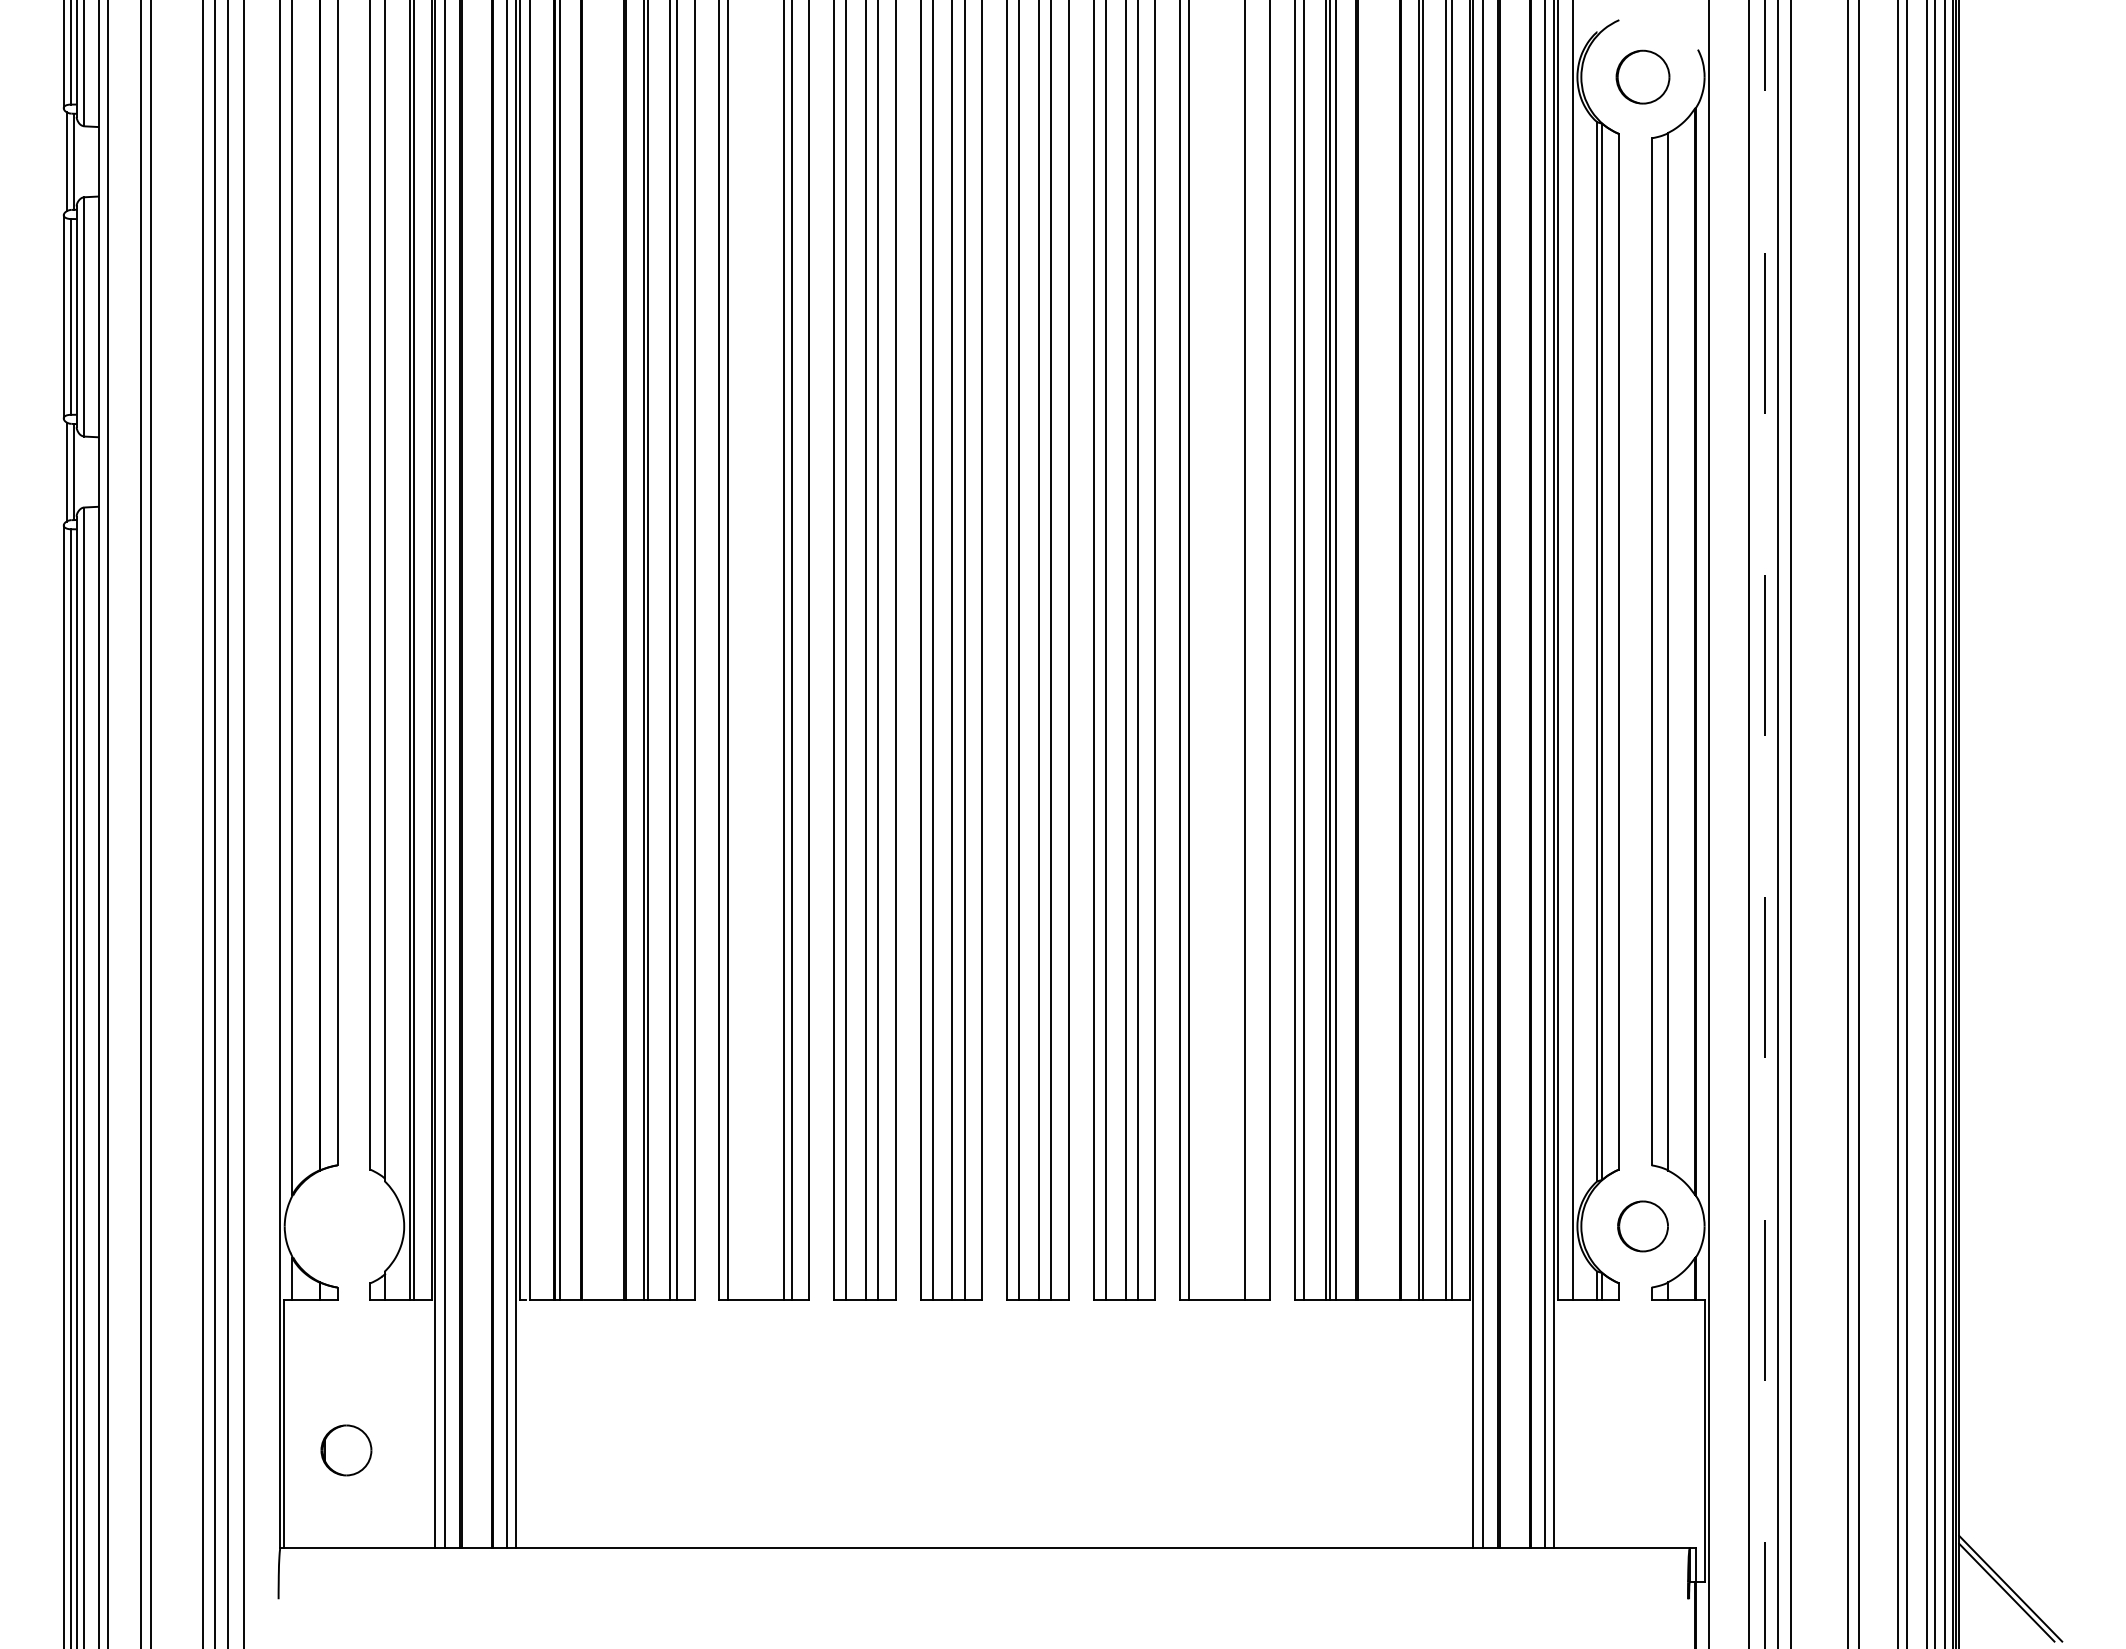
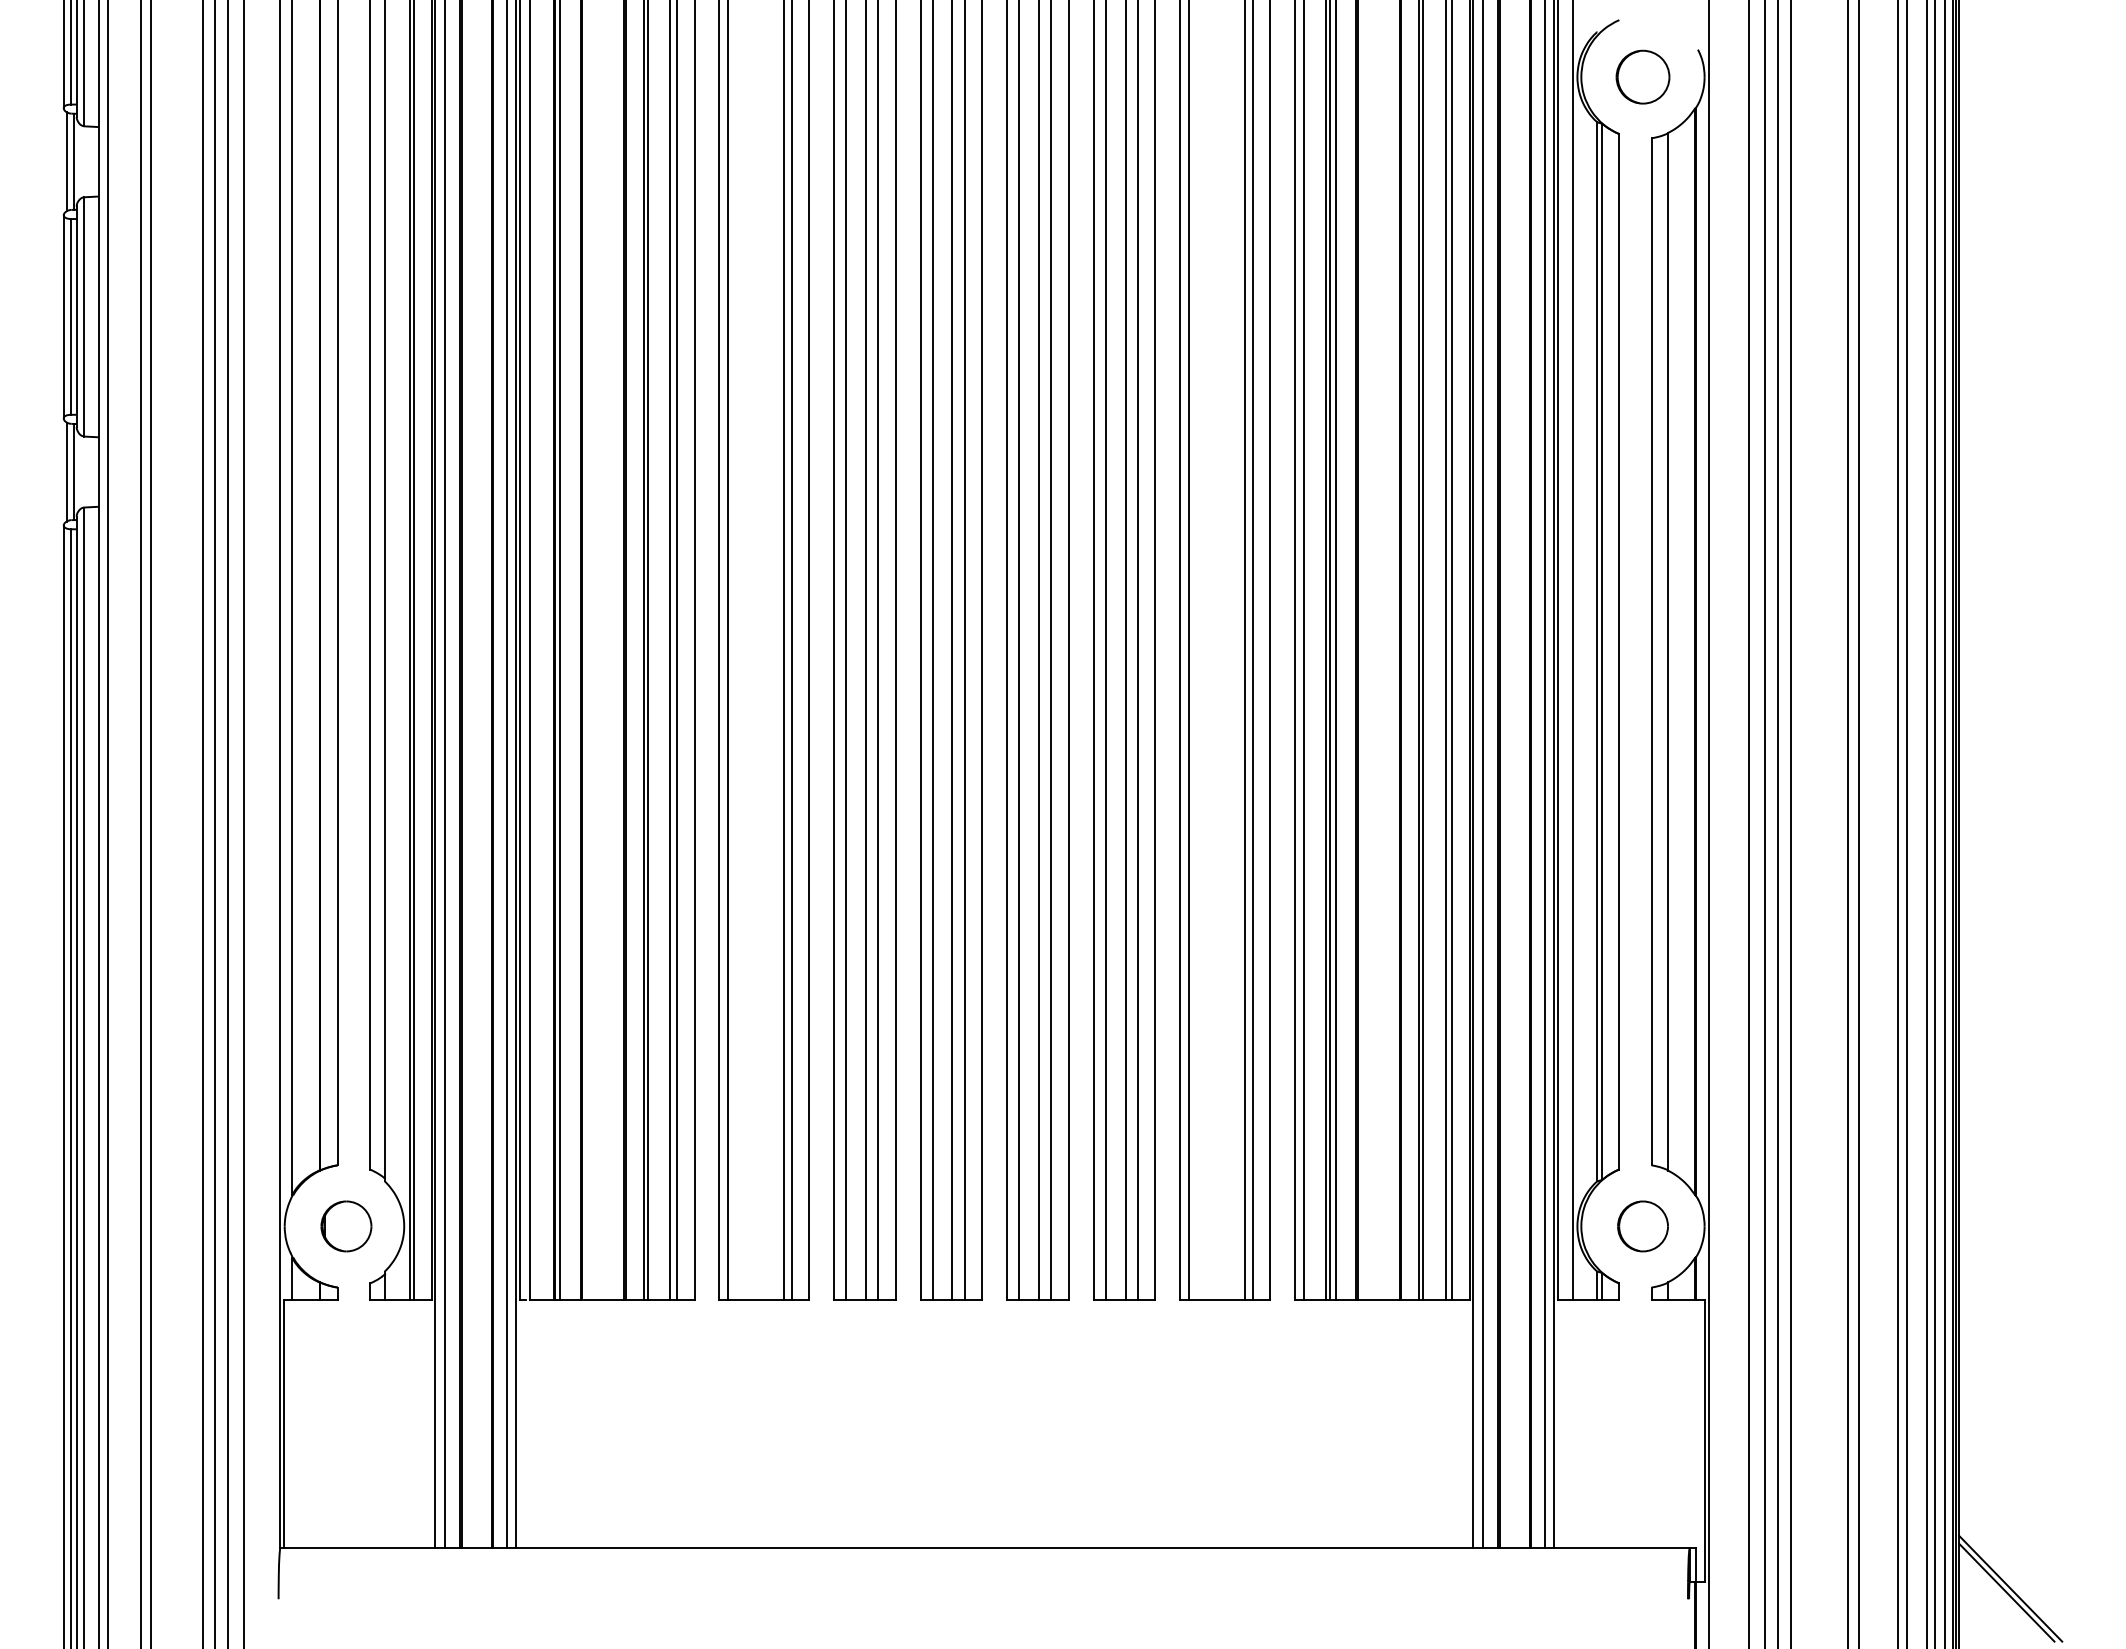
line at (1252, 651): none -> present
line at (1764, 824): dashed -> solid
part at (346, 1450) position: (346, 1450) -> (346, 1226)
